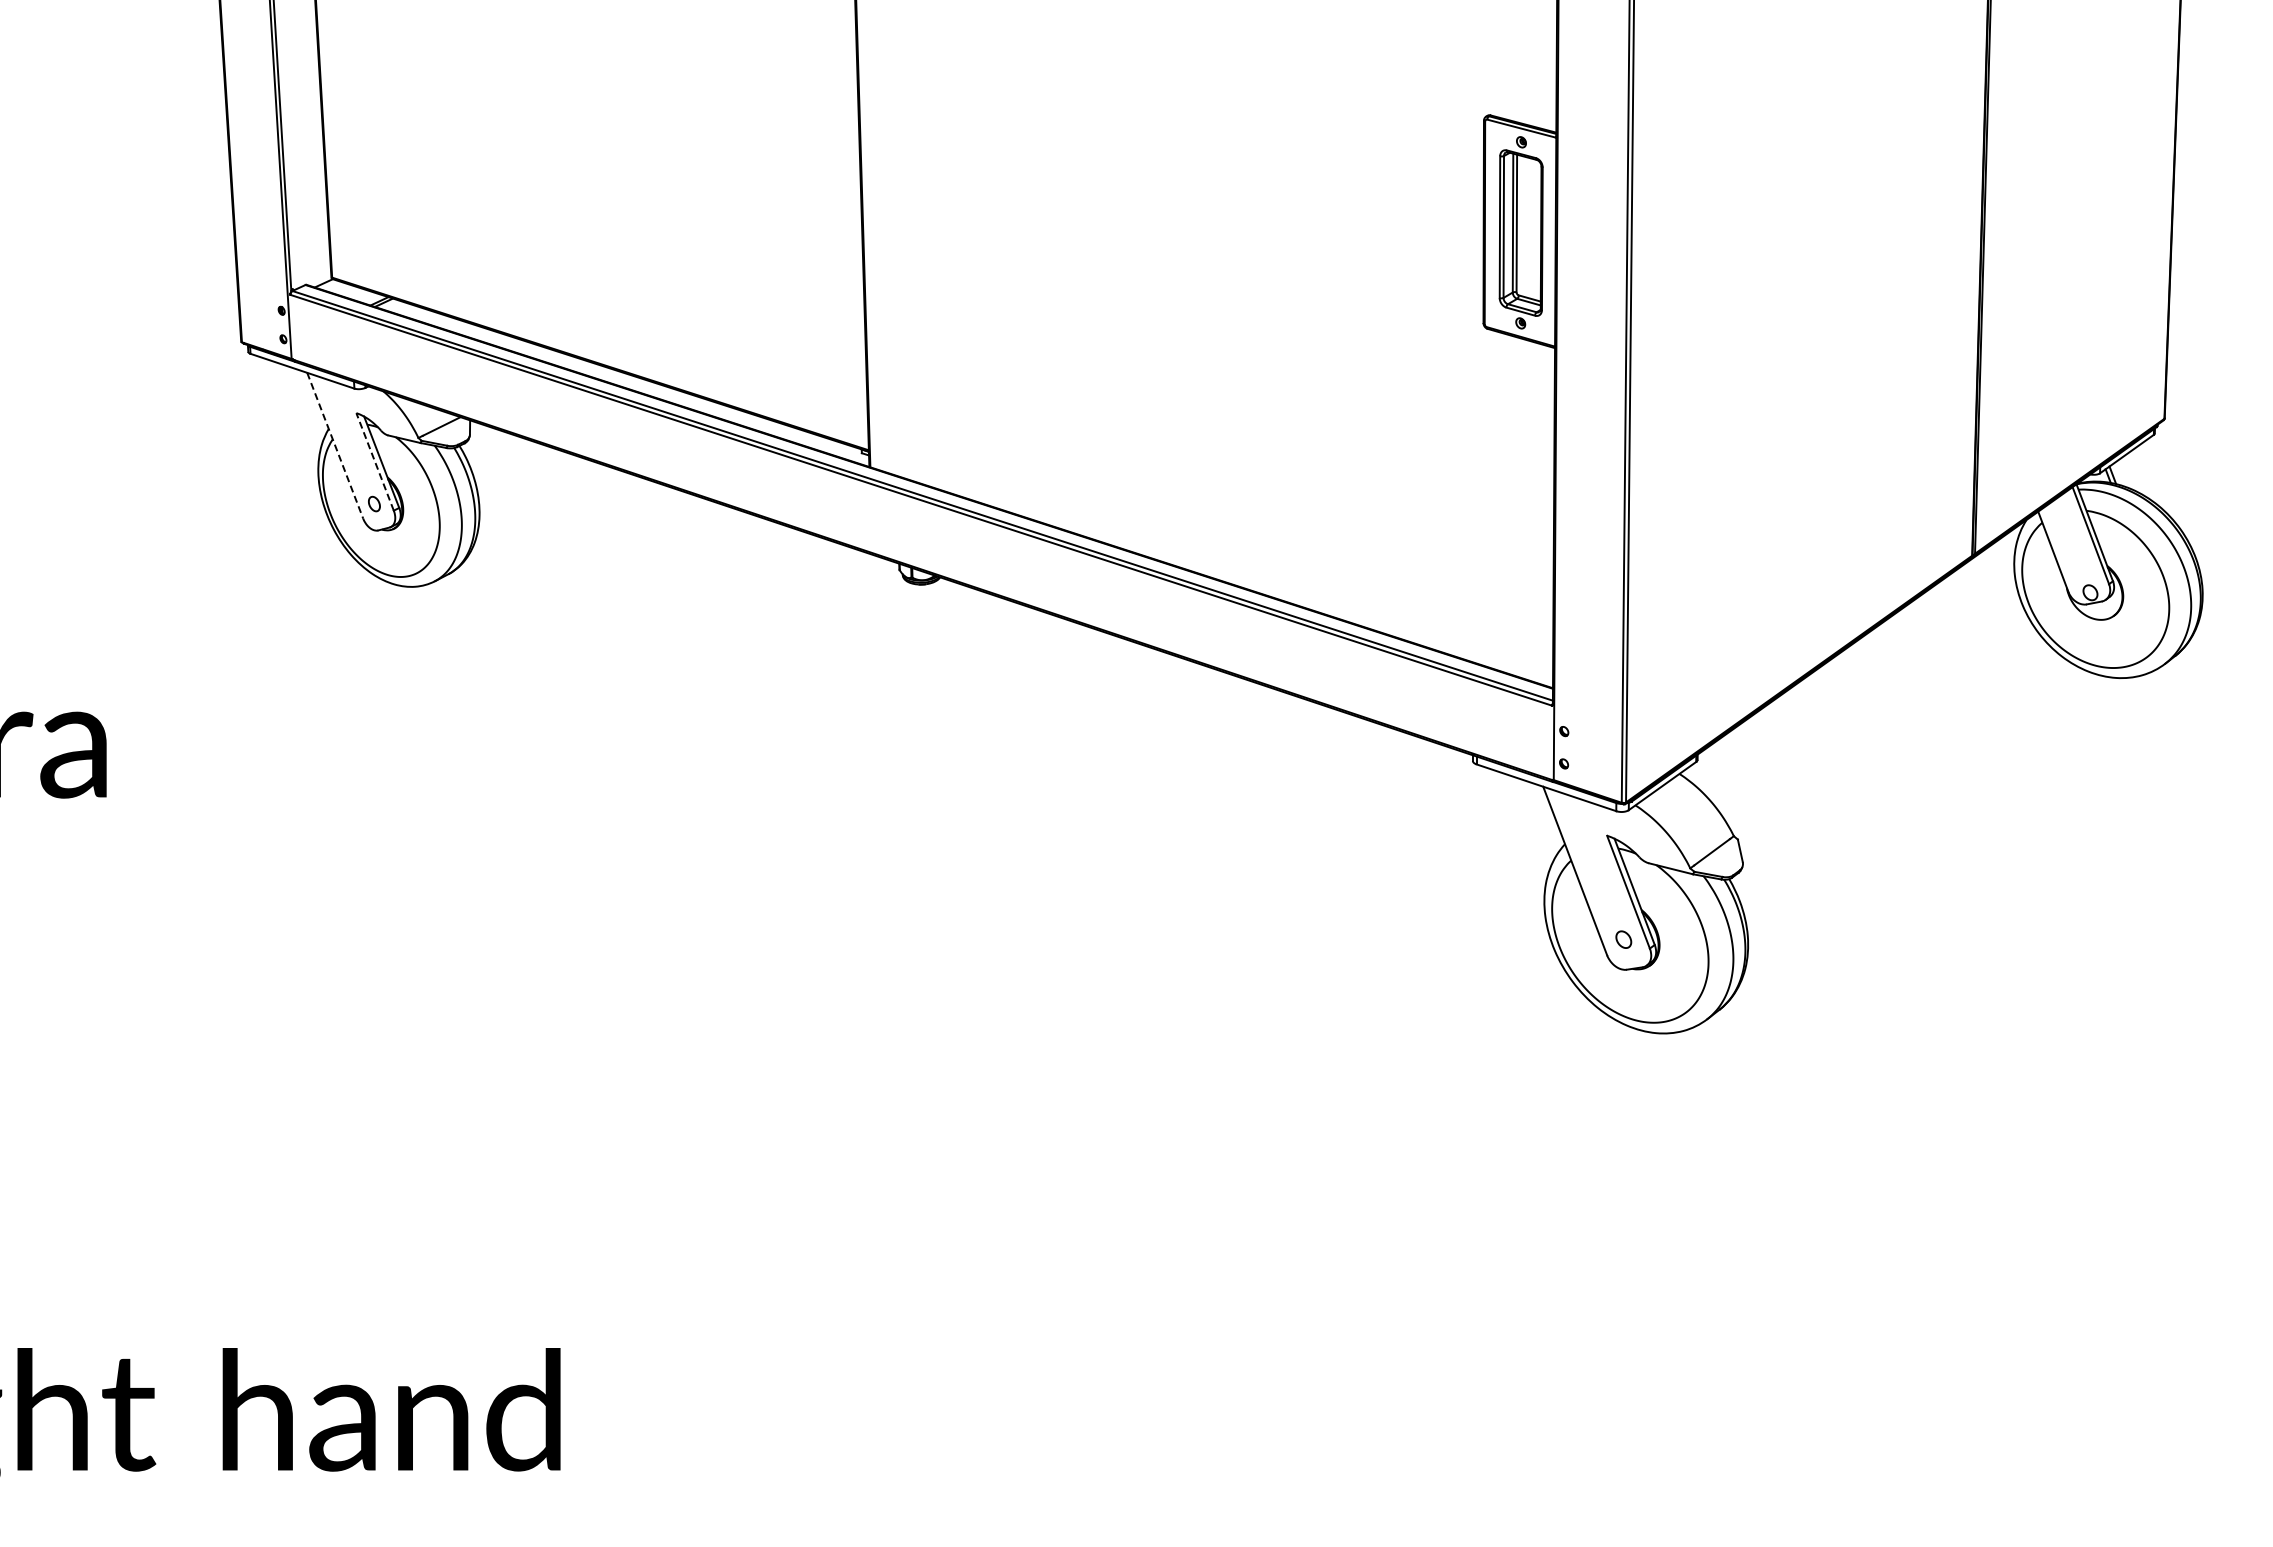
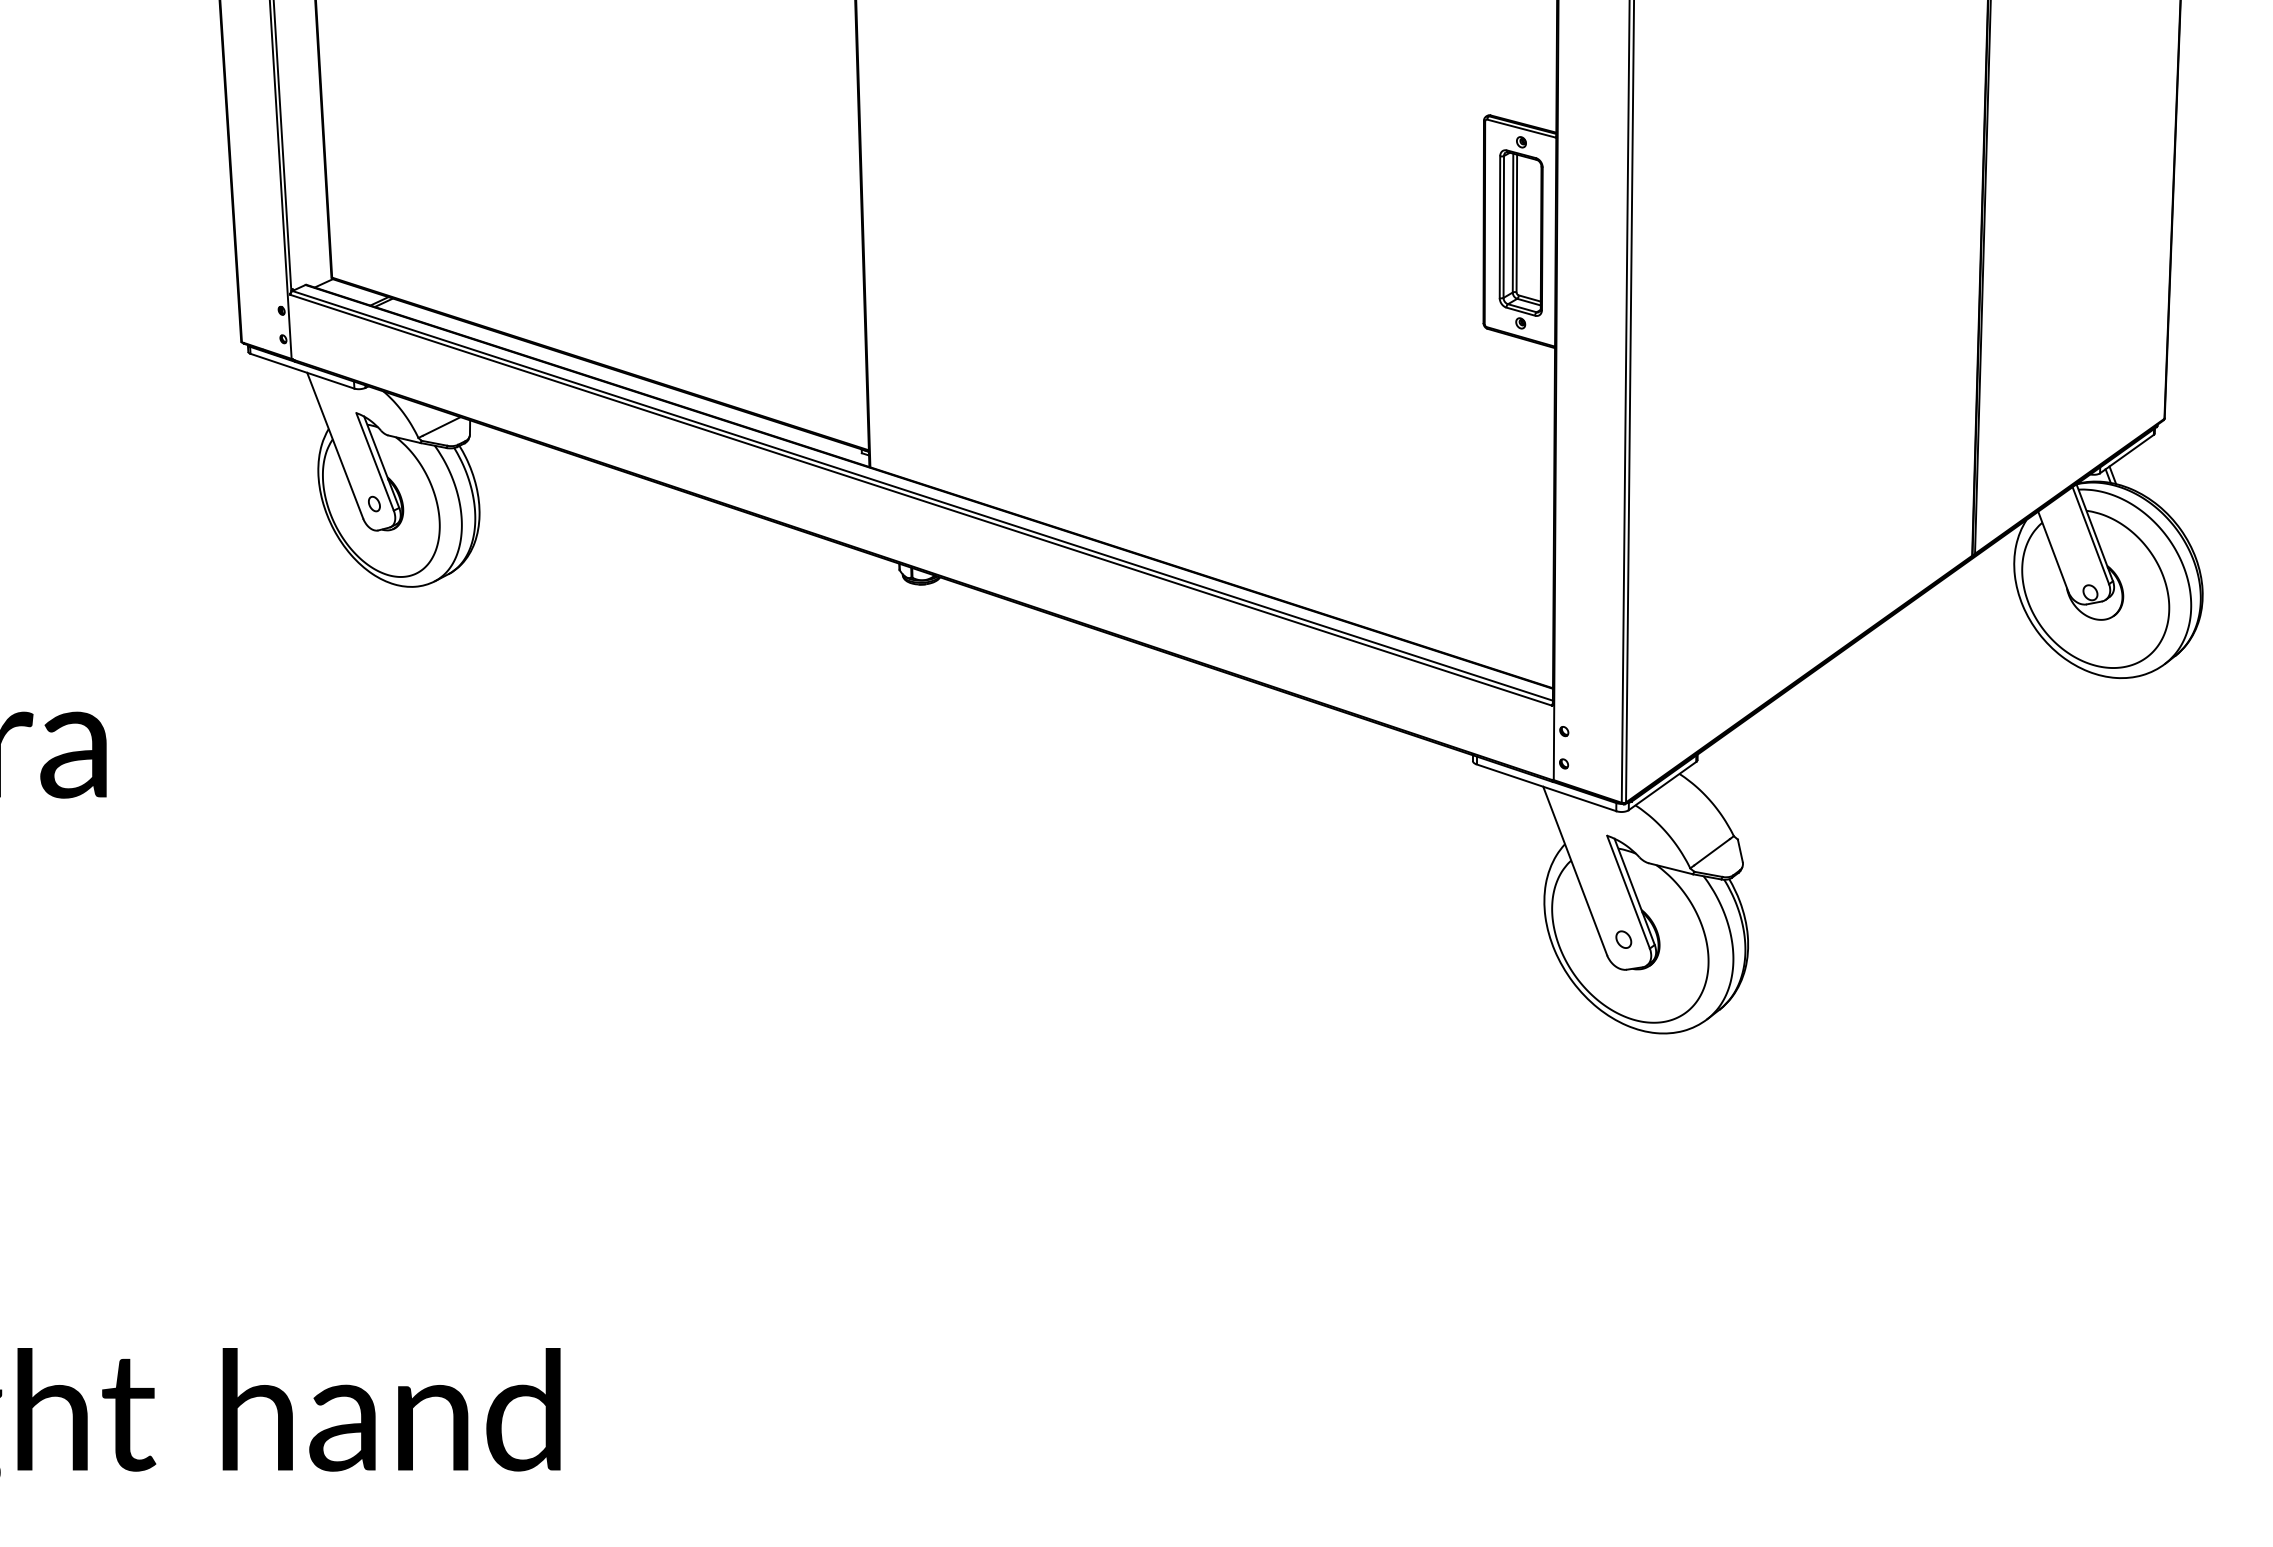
line at (335, 446): dashed -> solid
line at (374, 461): dashed -> solid
